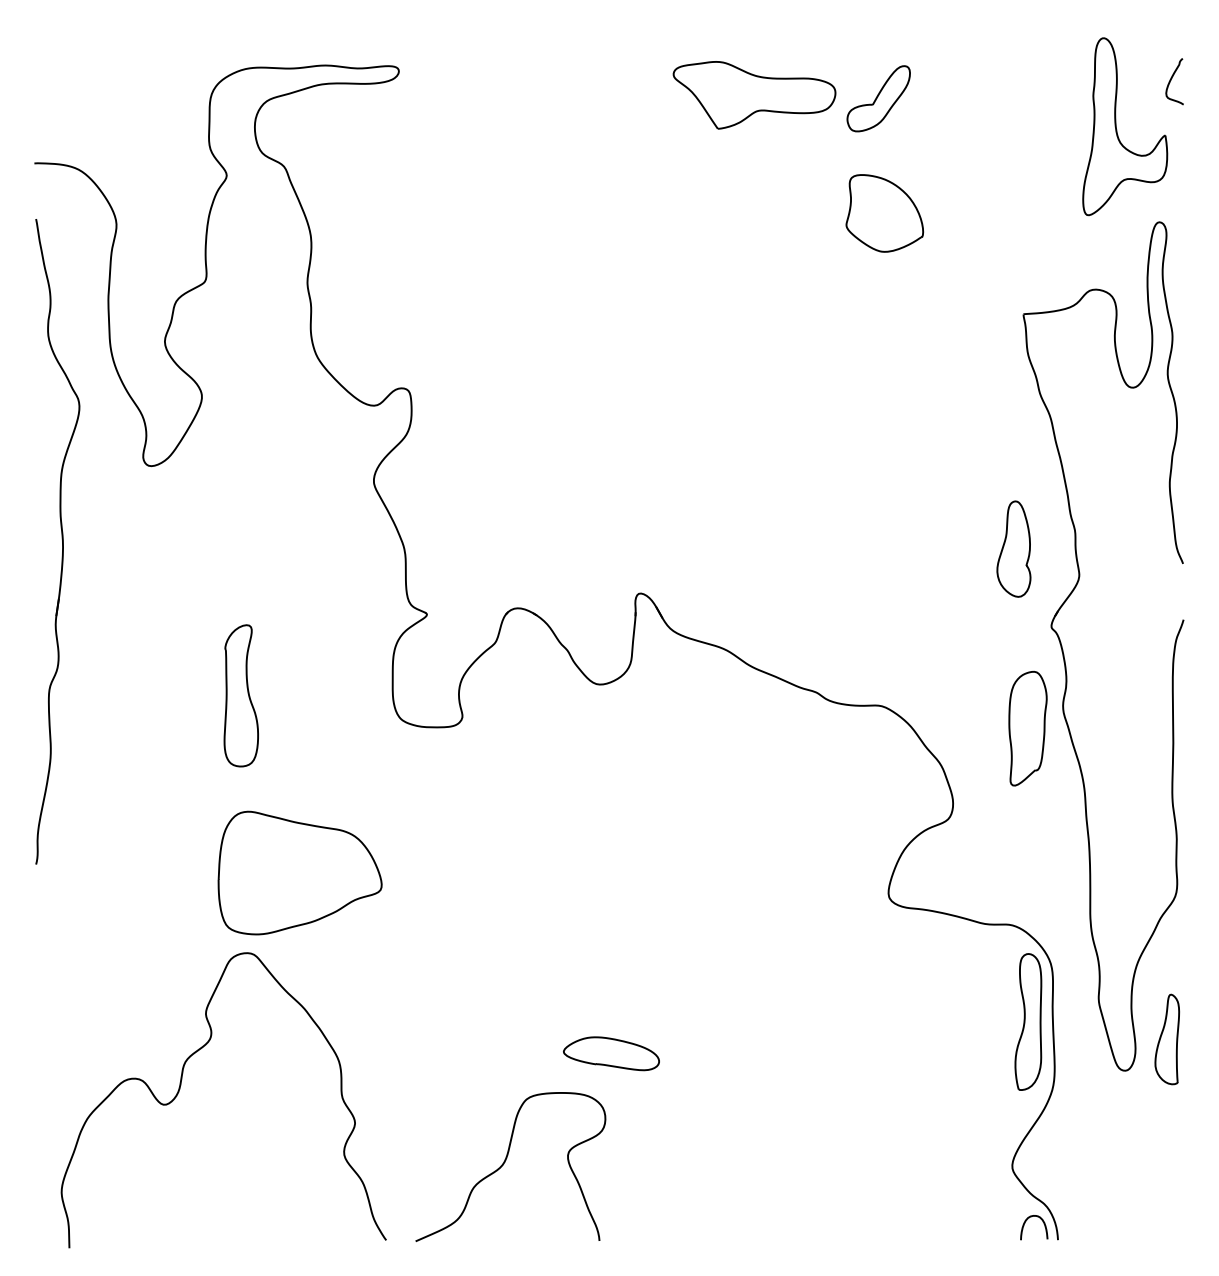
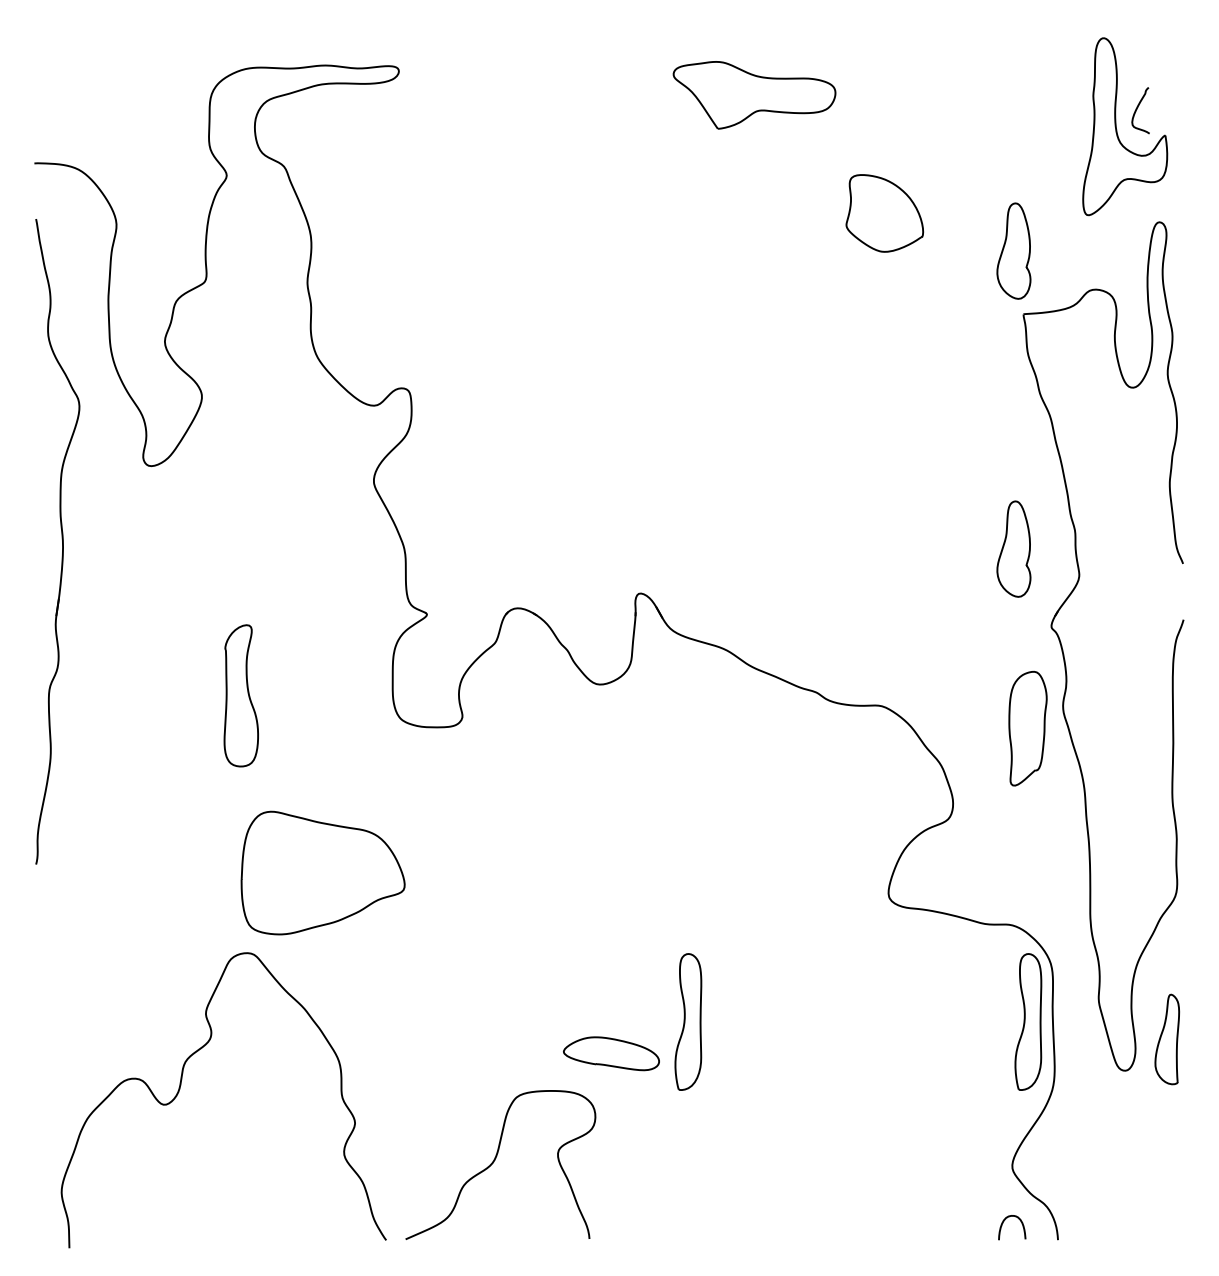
part at (1174, 81) position: (1174, 81) -> (1140, 110)
part at (878, 98): present -> none
part at (1013, 250): none -> present
part at (299, 872) position: (299, 872) -> (322, 872)
part at (688, 1021): none -> present
curve at (504, 1164) position: (504, 1164) -> (494, 1162)
curve at (1043, 1224) position: (1043, 1224) -> (1021, 1224)
